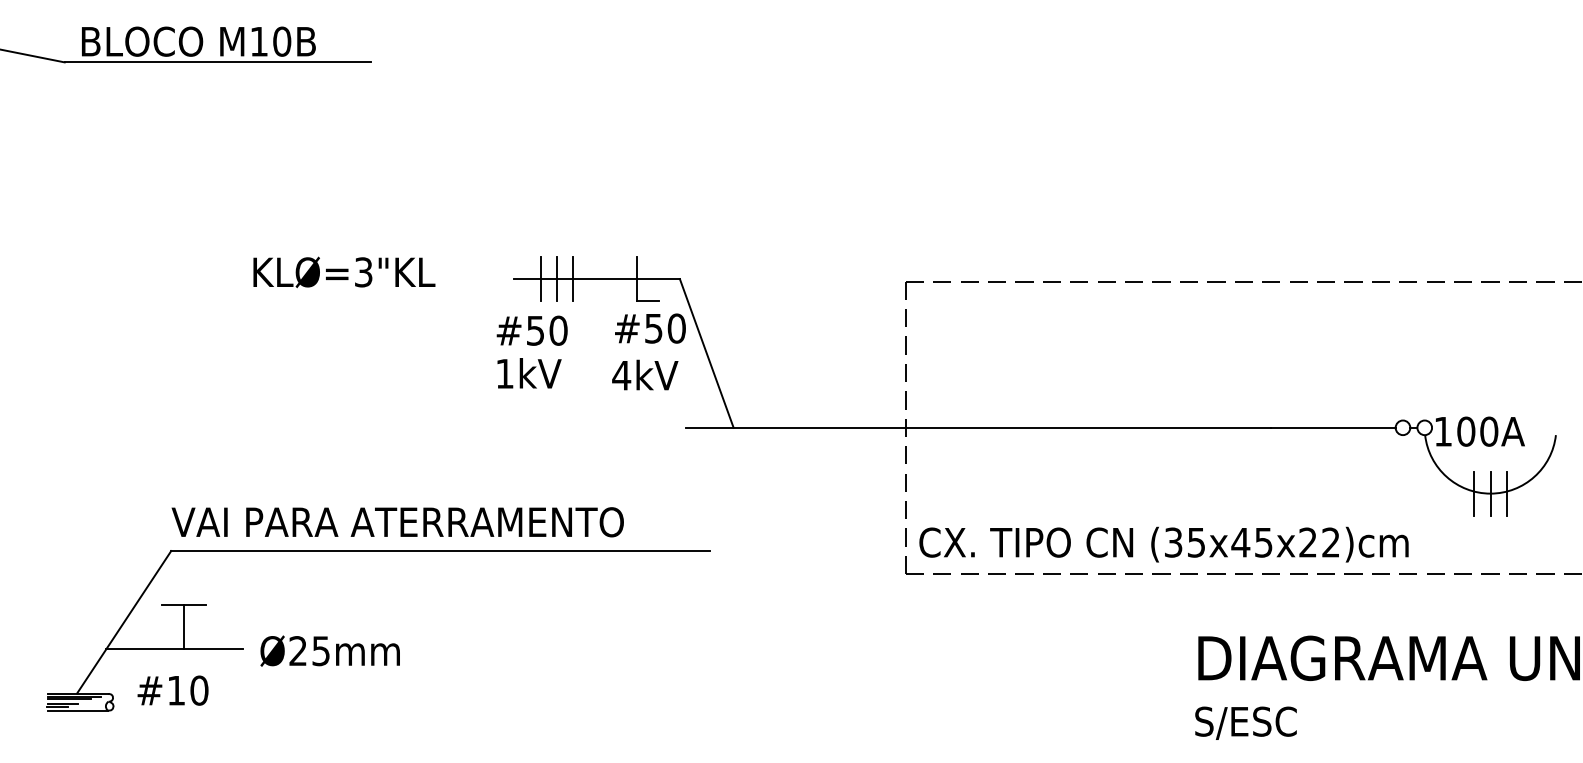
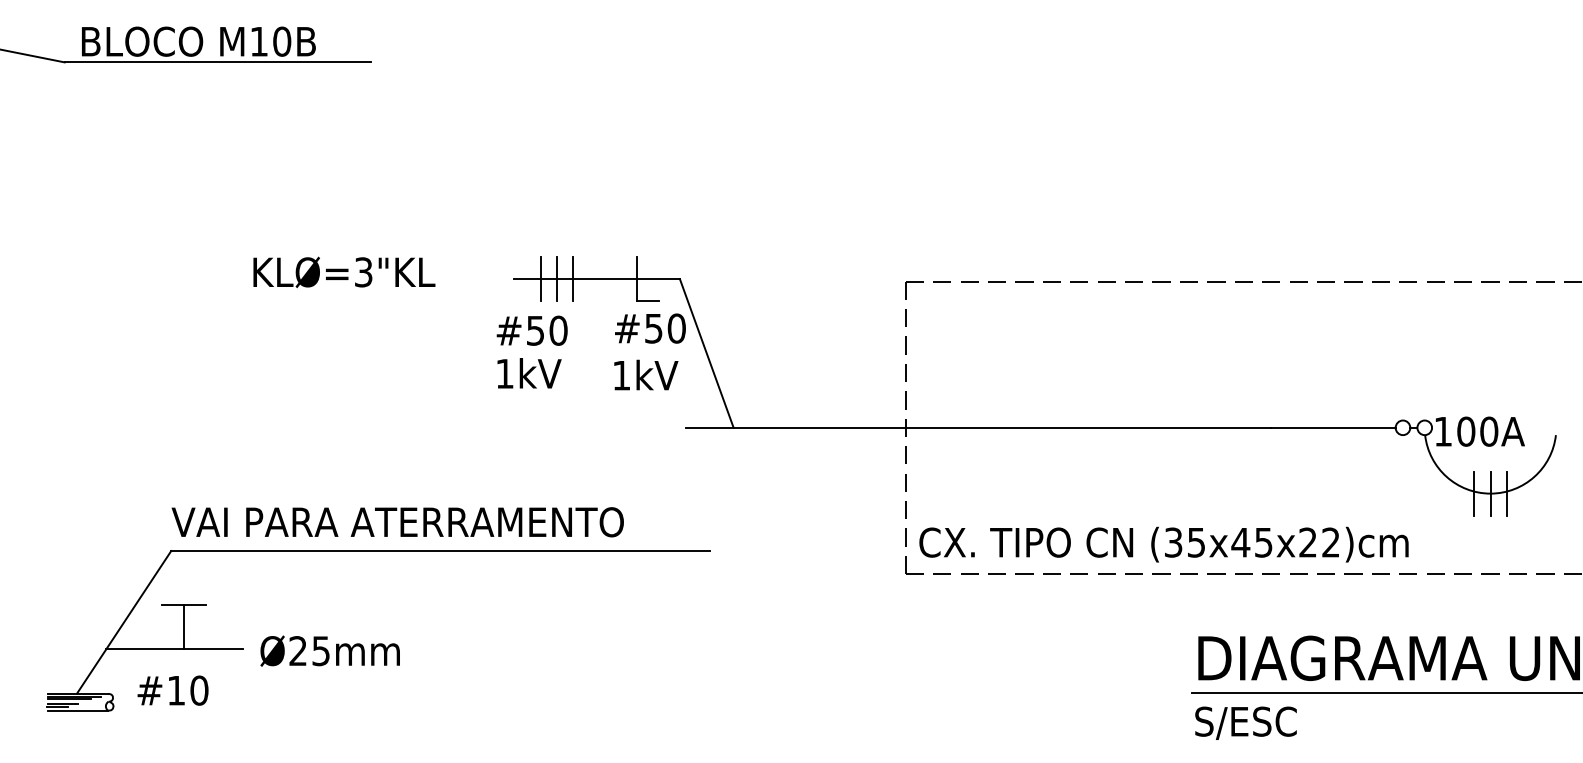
text at (621, 375): 4kV -> 1kV
line at (1385, 692): none -> present
